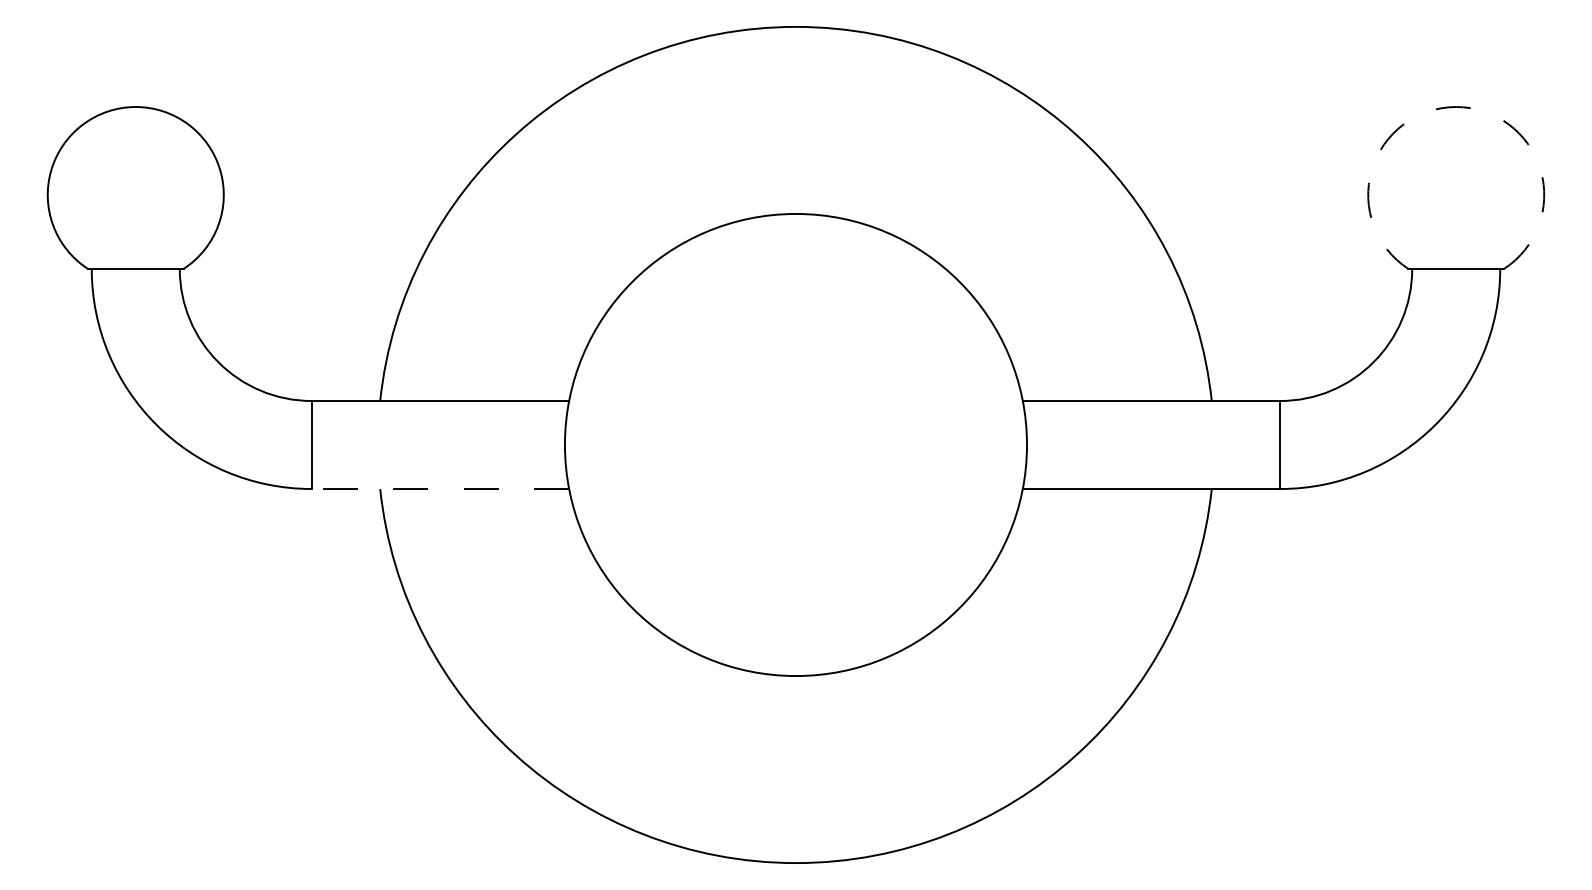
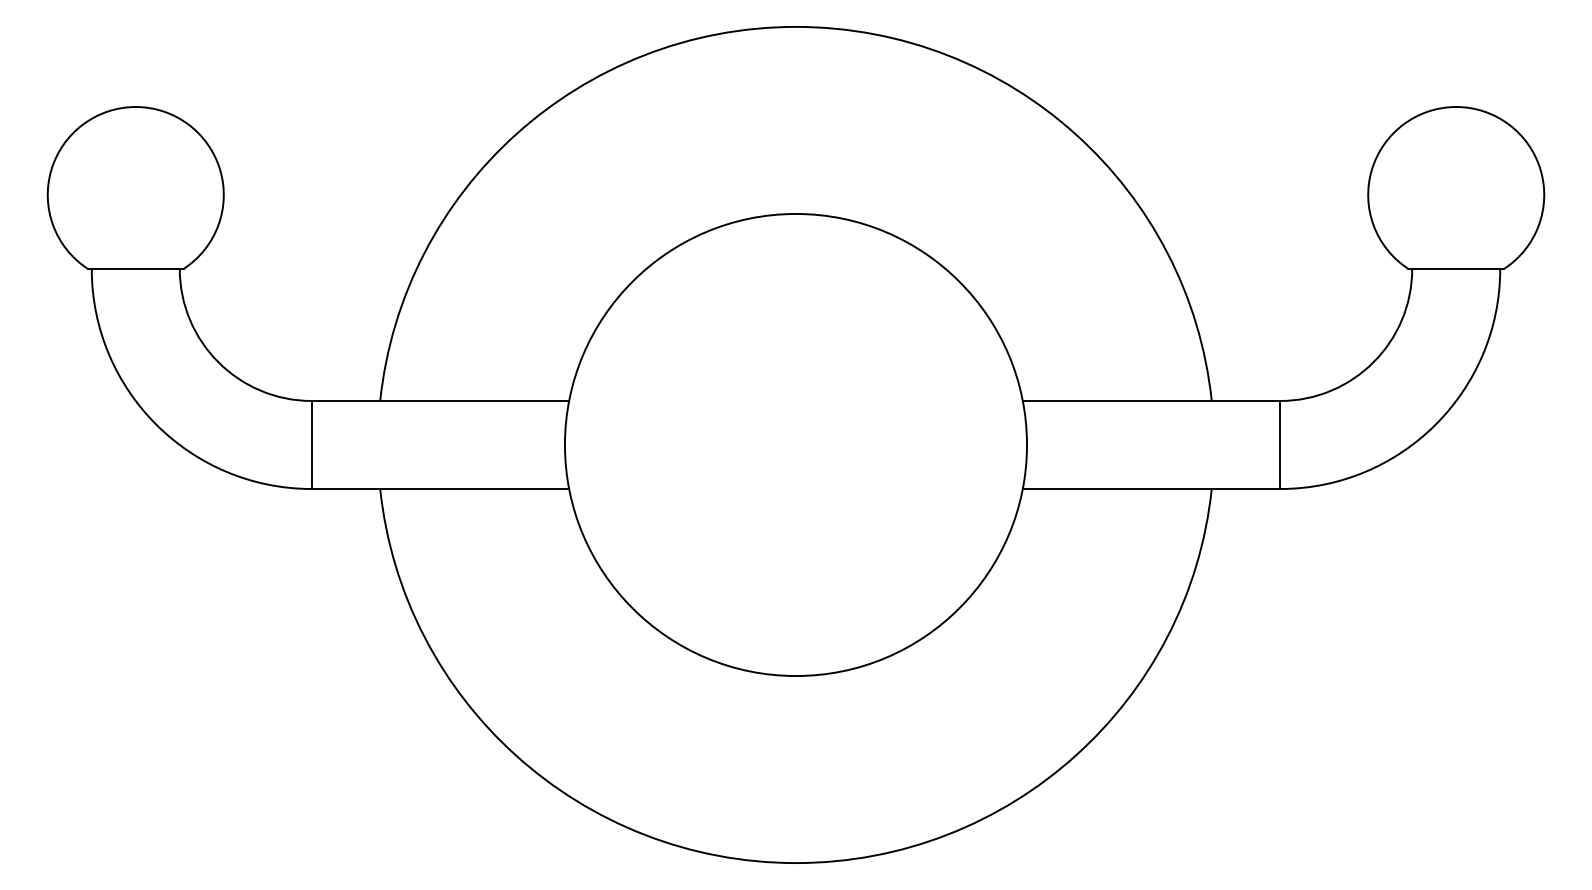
arc at (1456, 107): dashed -> solid
line at (440, 489): dashed -> solid
